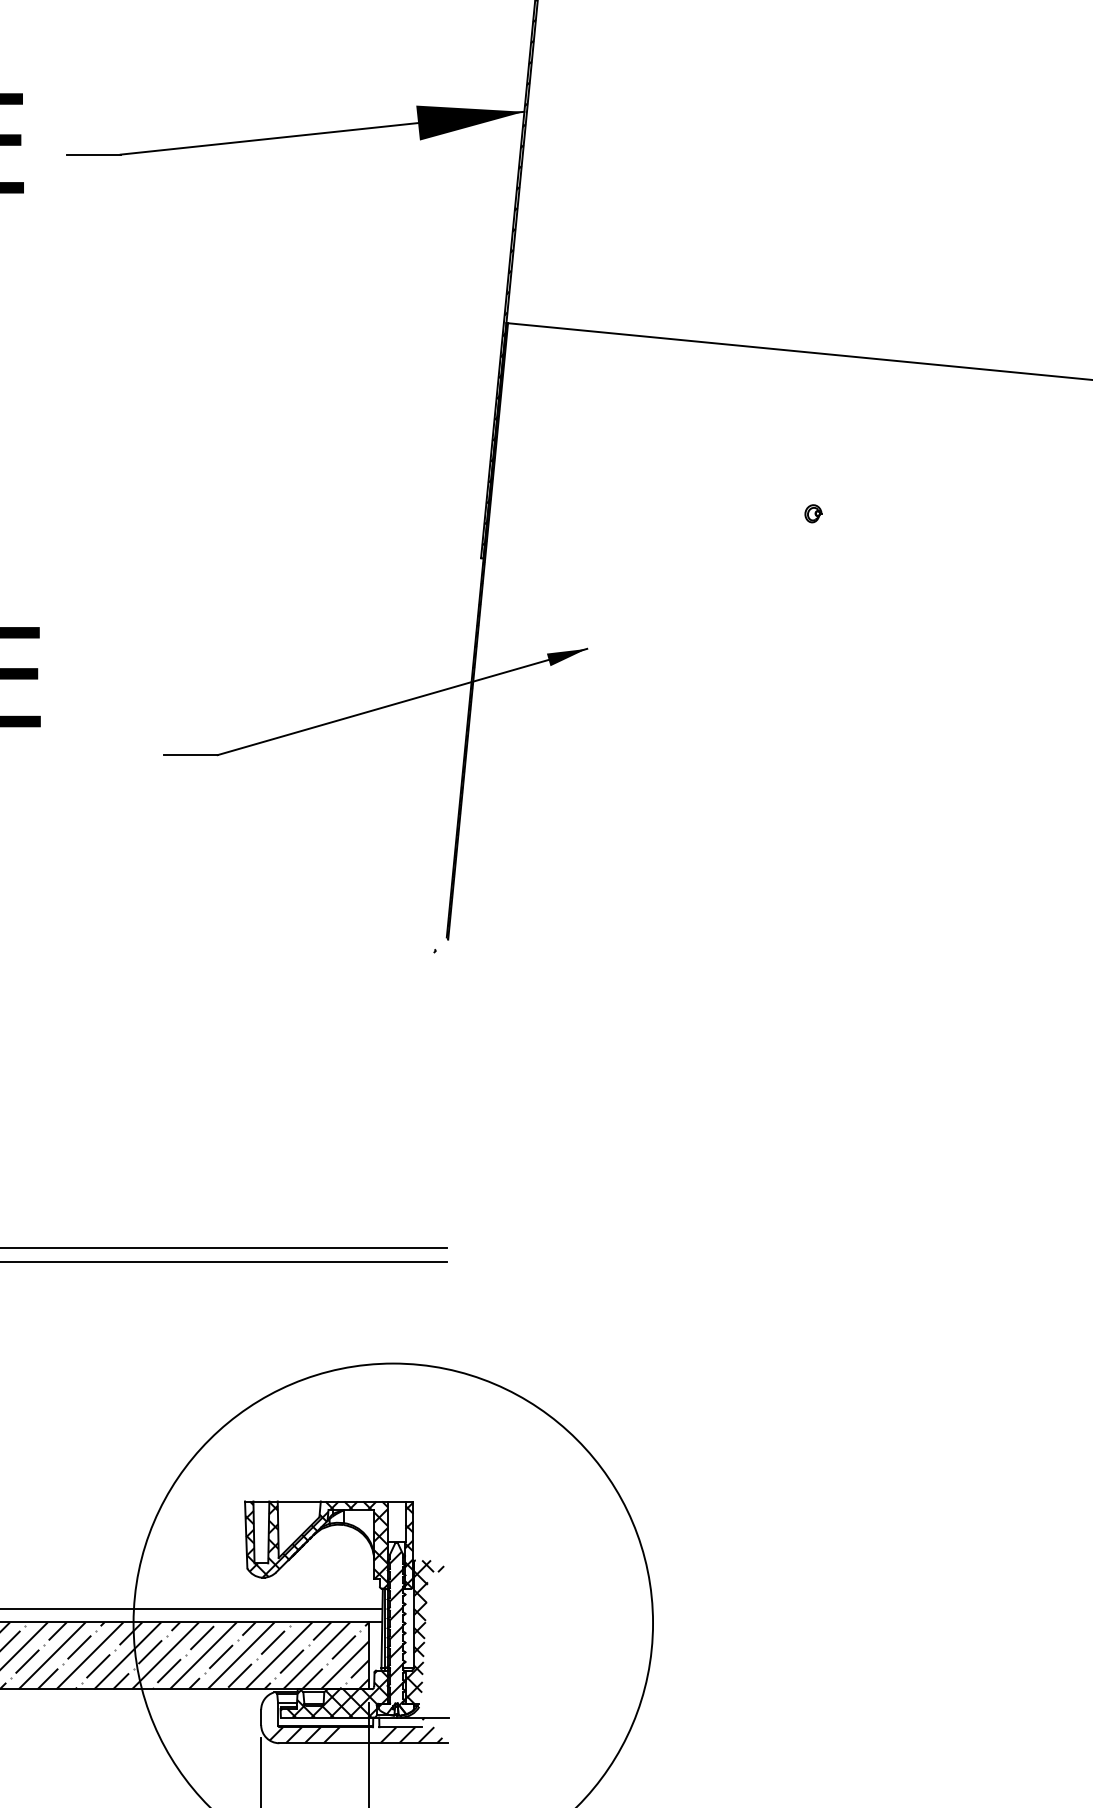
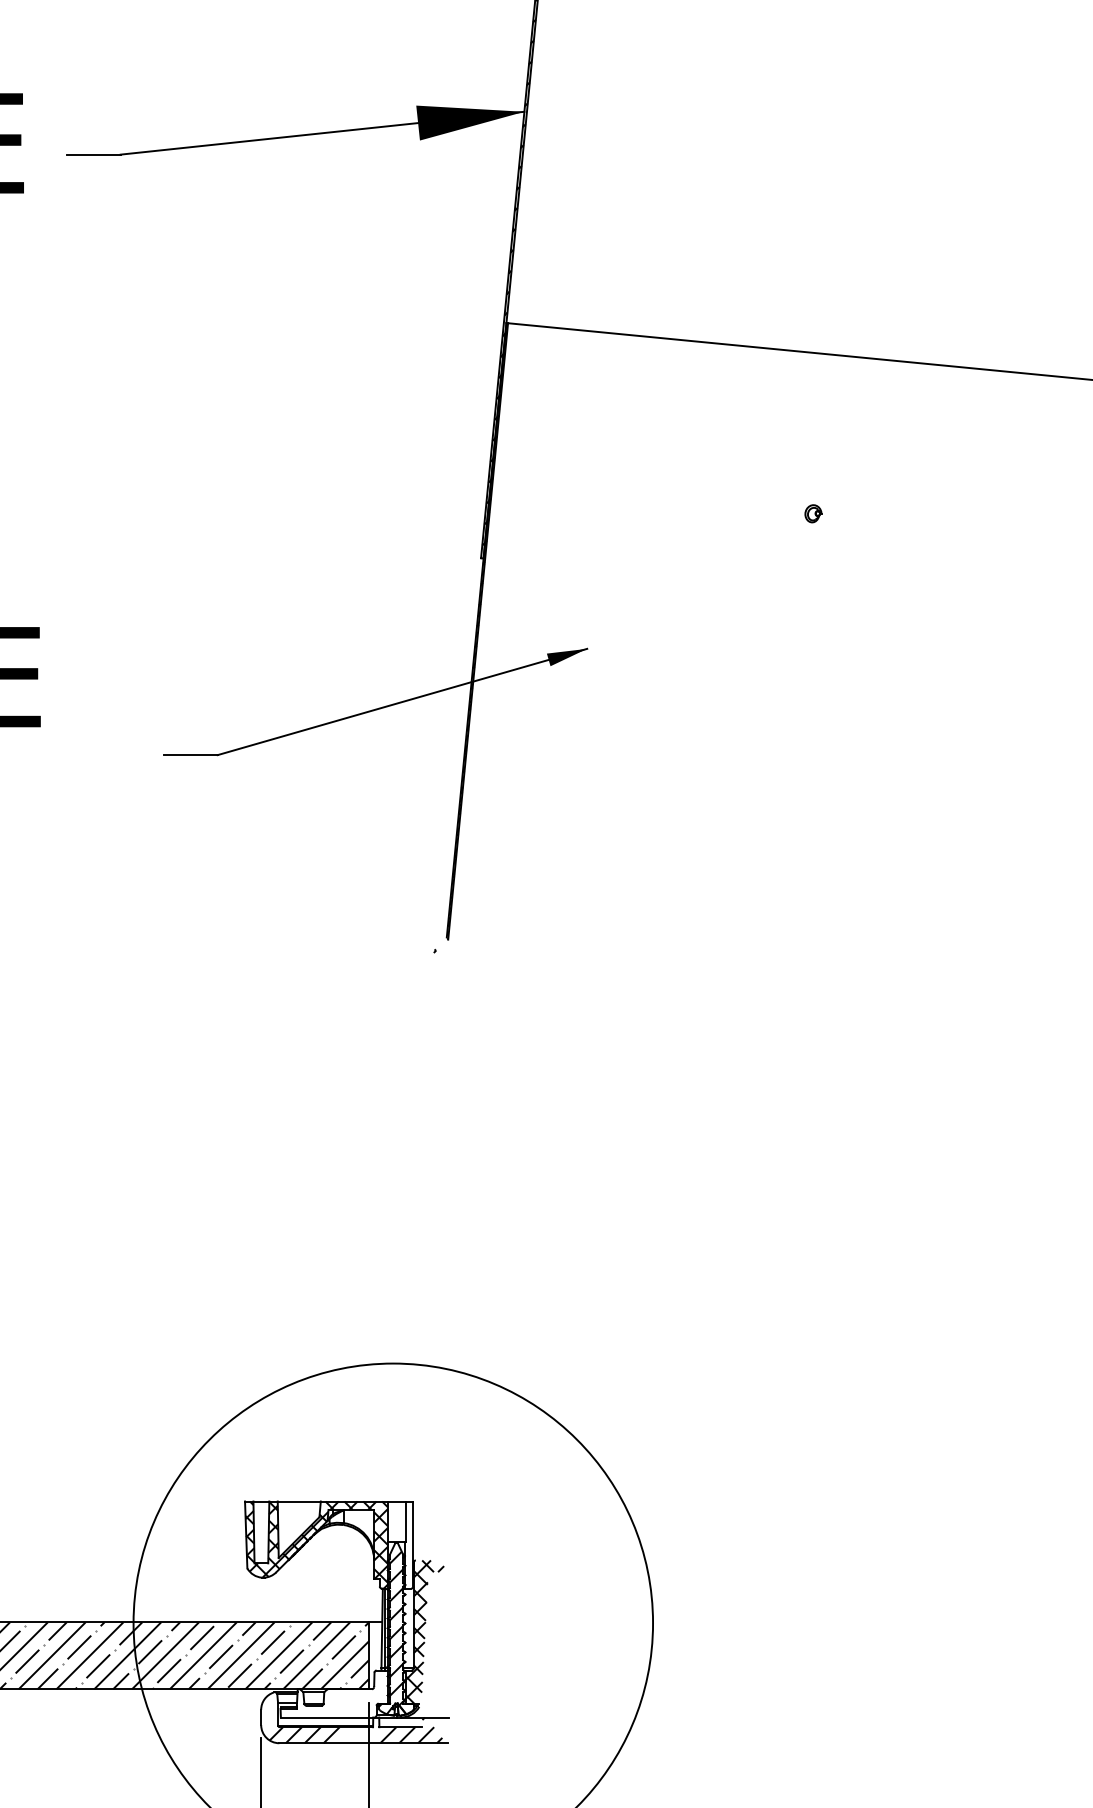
line at (224, 1248): present -> none
line at (224, 1261): present -> none
hatch at (408, 1545): present -> none
line at (192, 1609): present -> none
hatch at (333, 1693): present -> none
